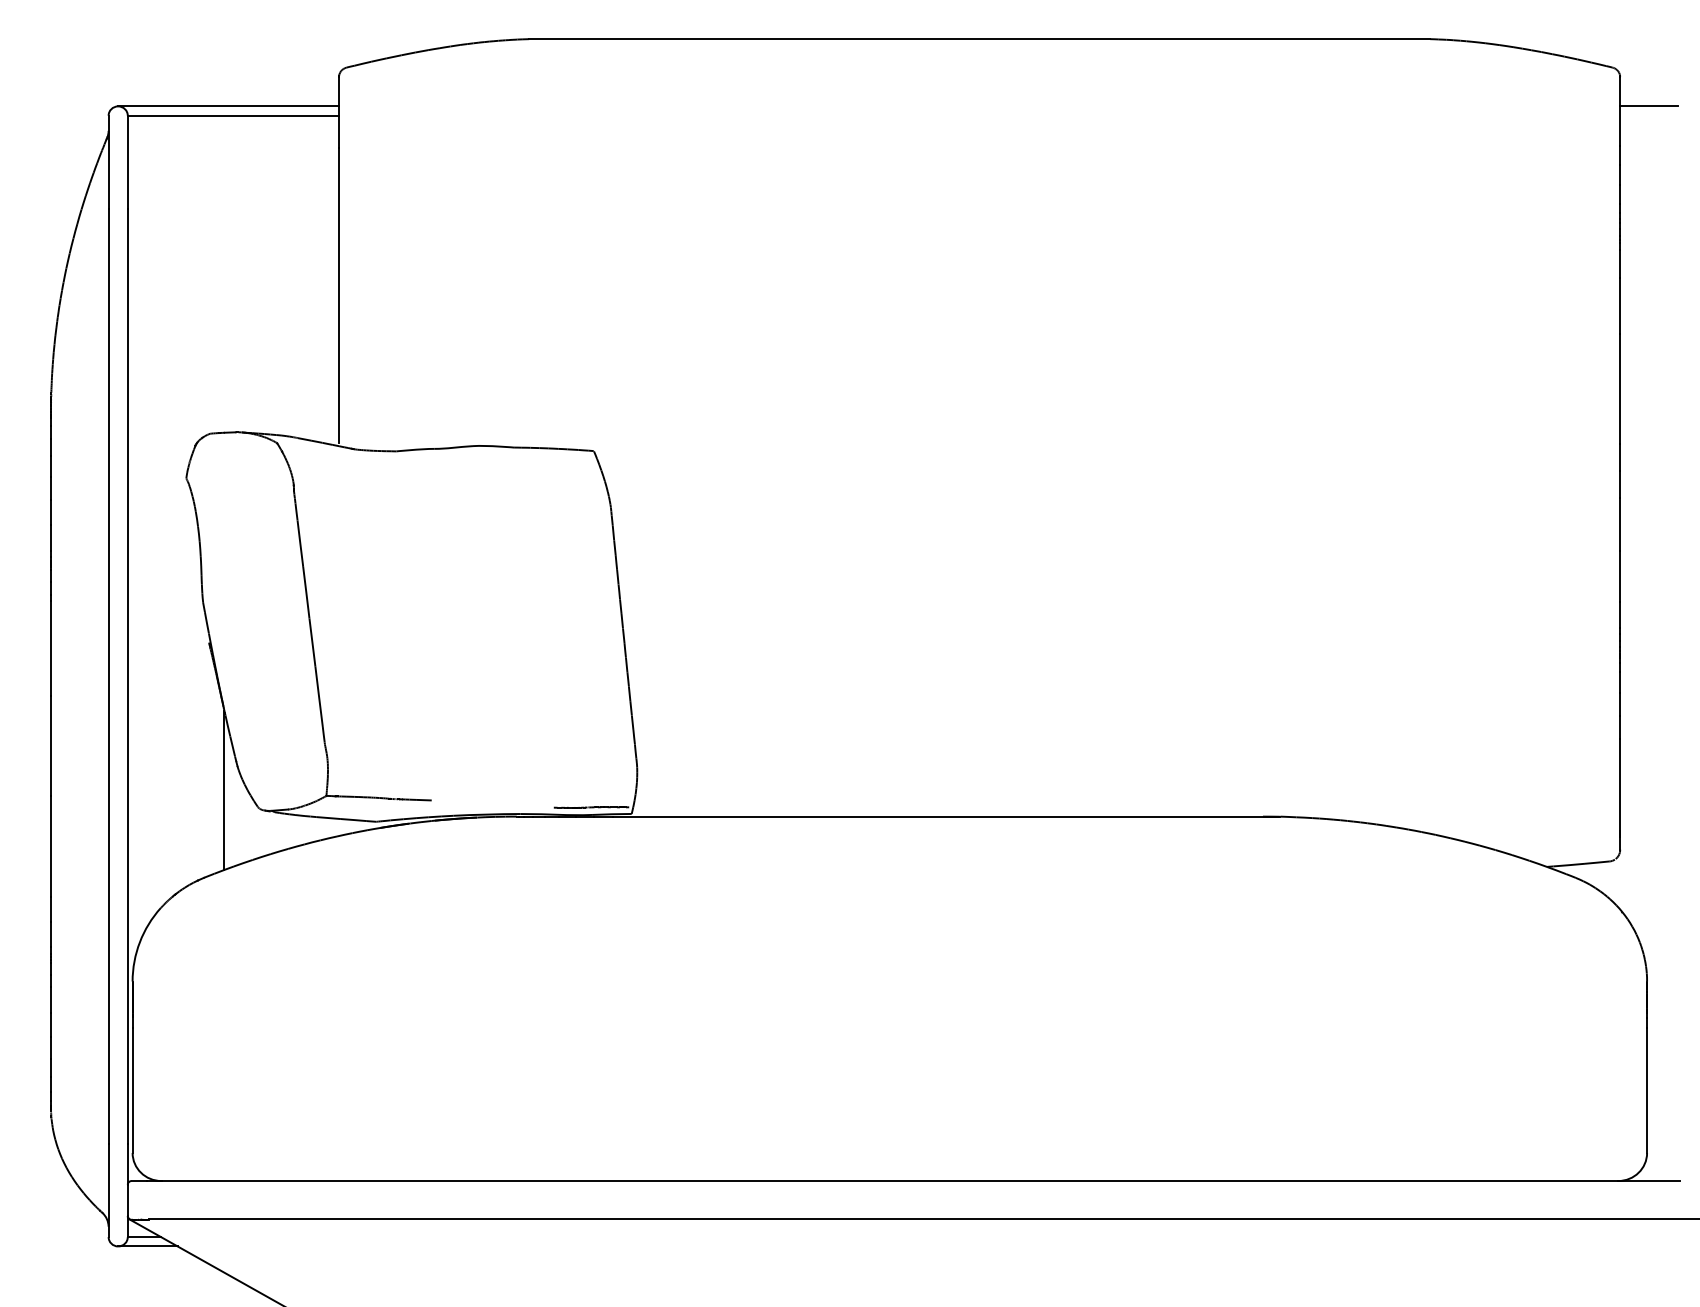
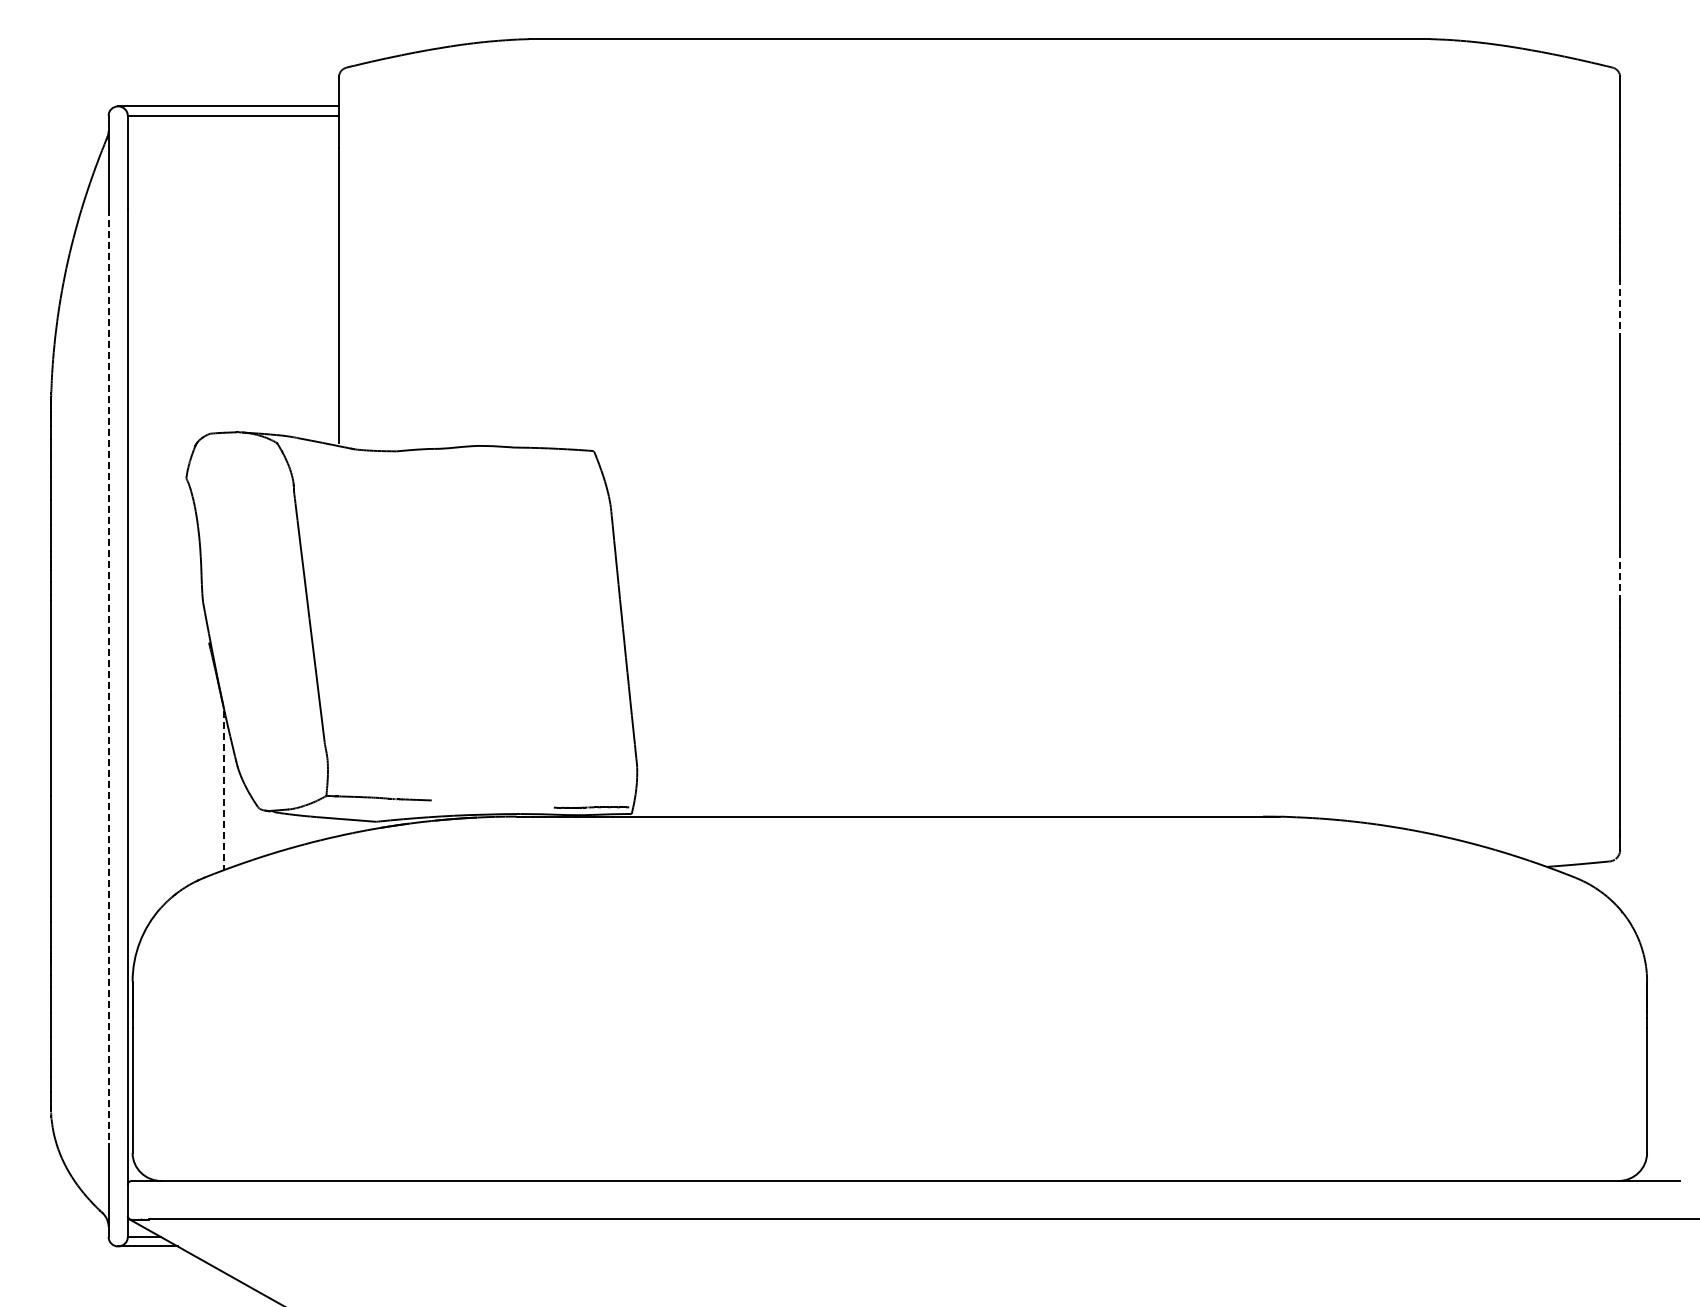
line at (1648, 106): present -> none
line at (1620, 306): solid -> dashed
line at (1620, 576): solid -> dashed
line at (108, 676): solid -> dashed
line at (223, 790): solid -> dashed
